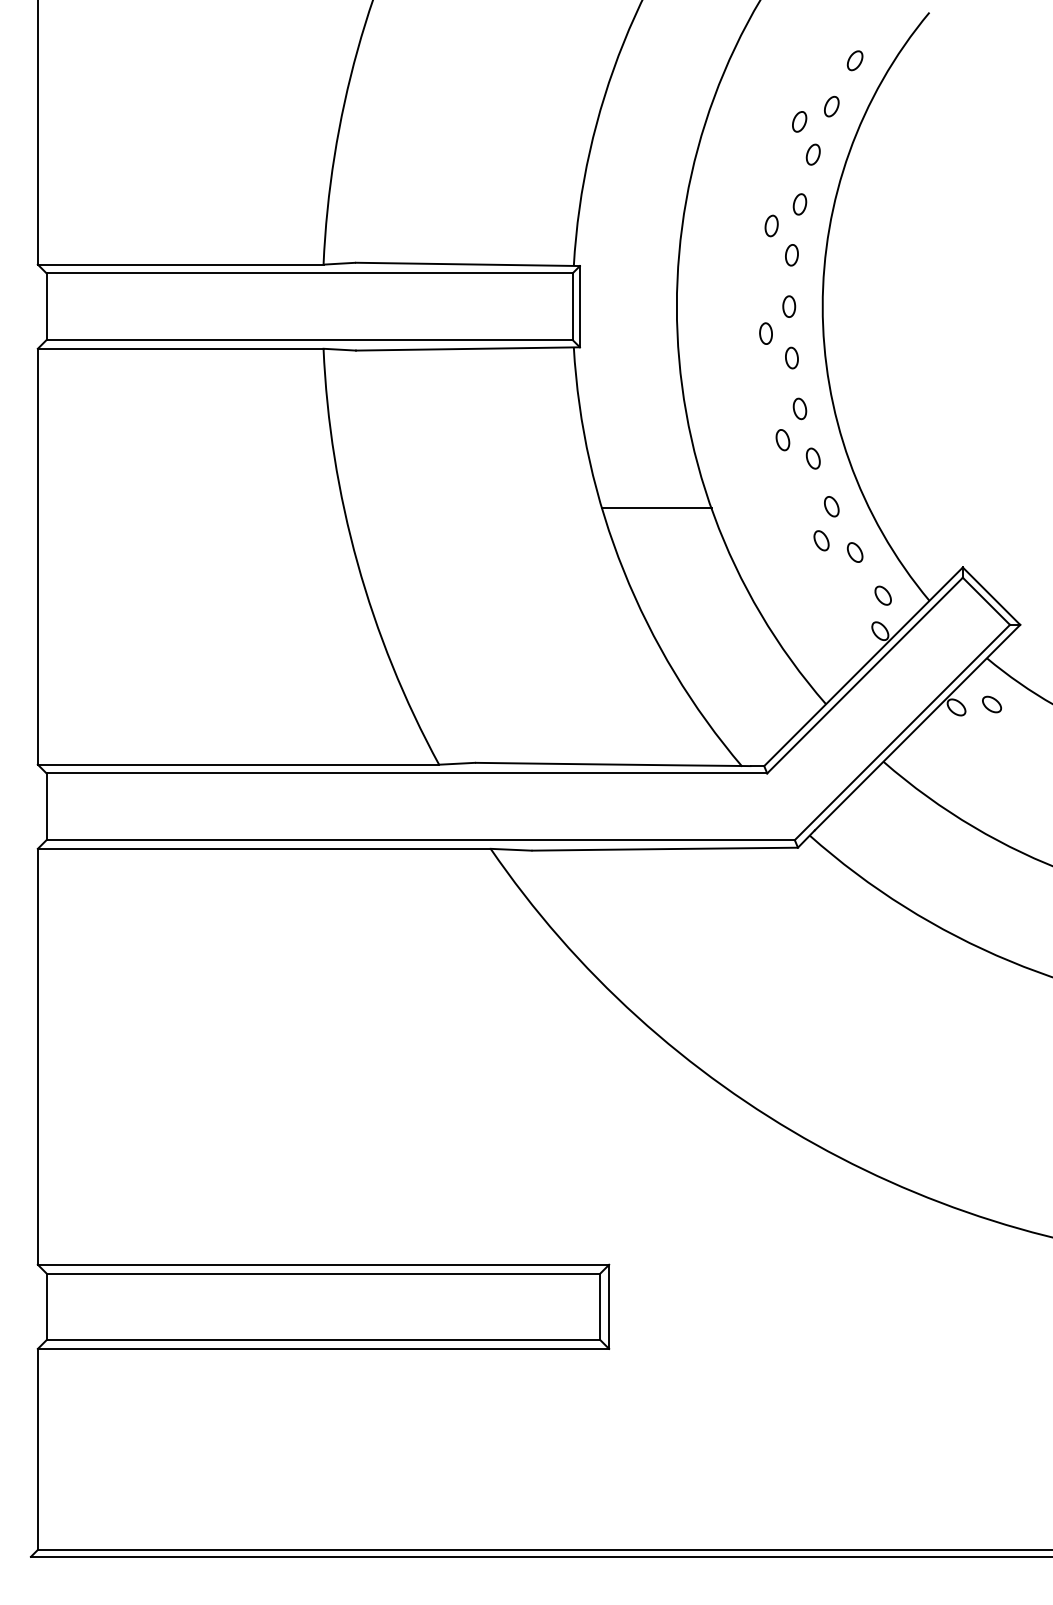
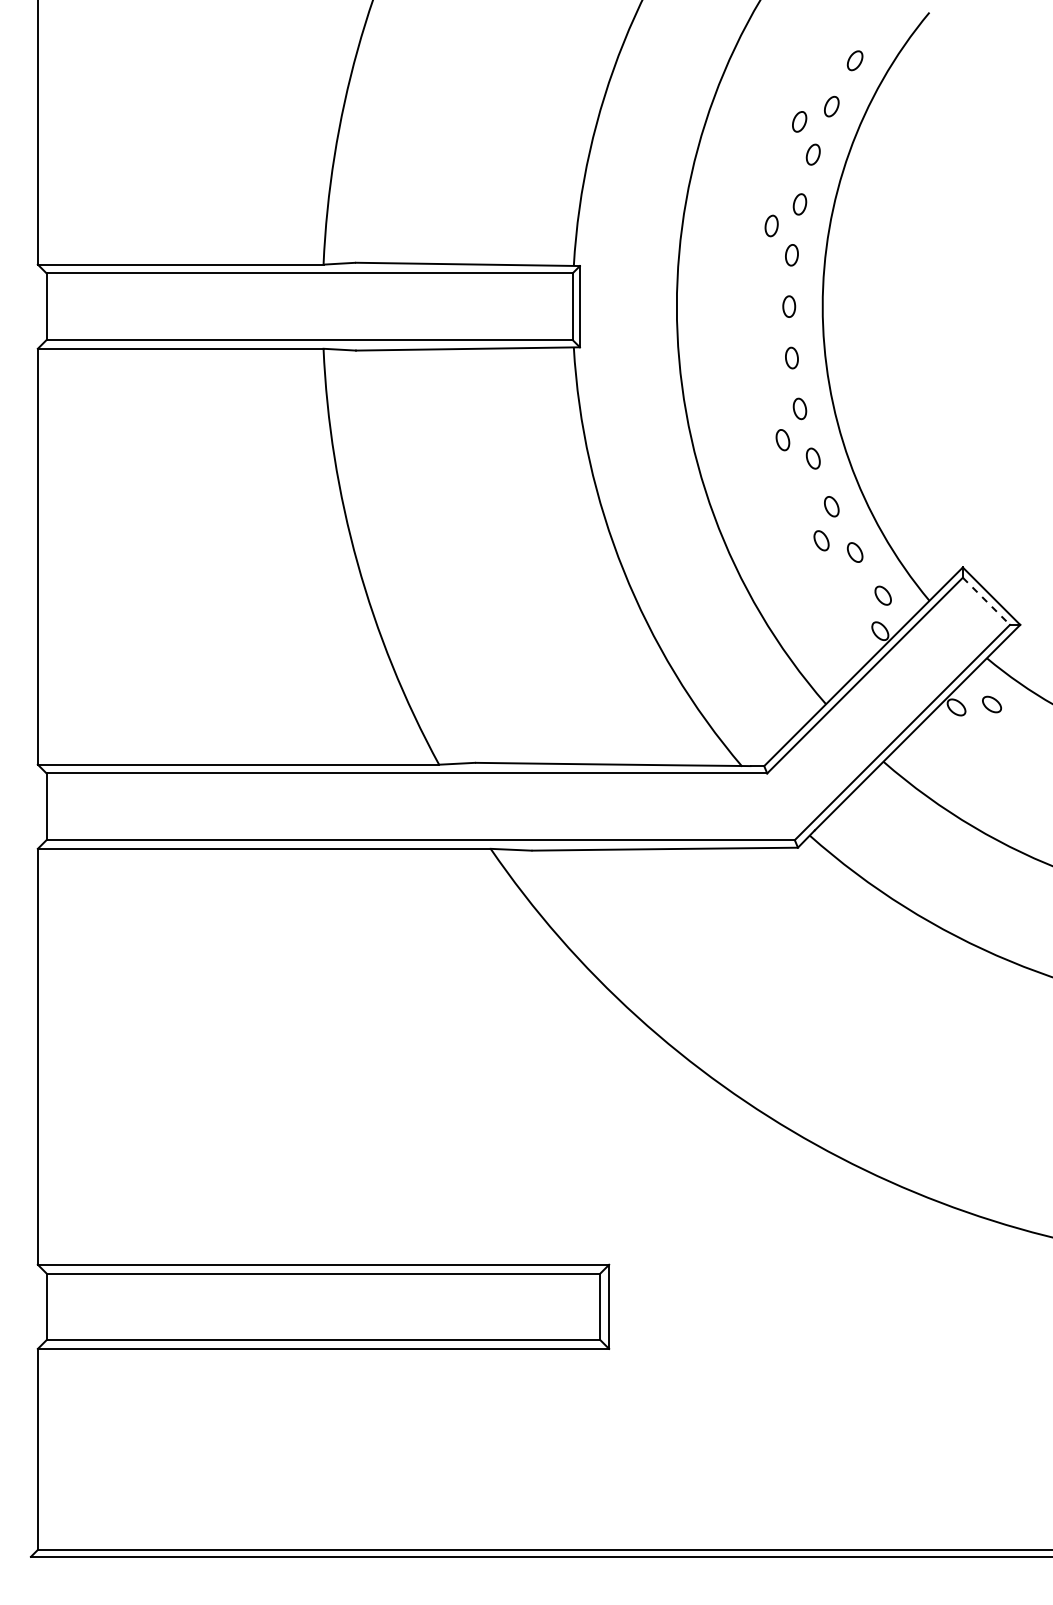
part at (765, 333): present -> none
line at (656, 508): present -> none
line at (986, 601): solid -> dashed
